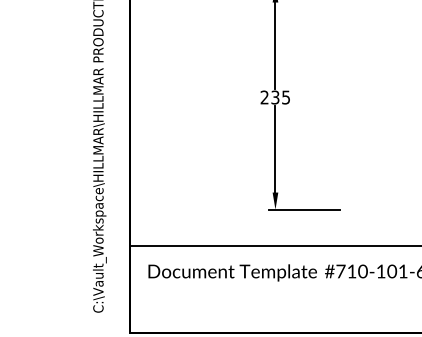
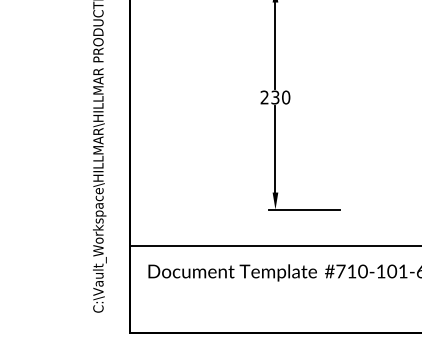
text at (286, 97): 235 -> 230
